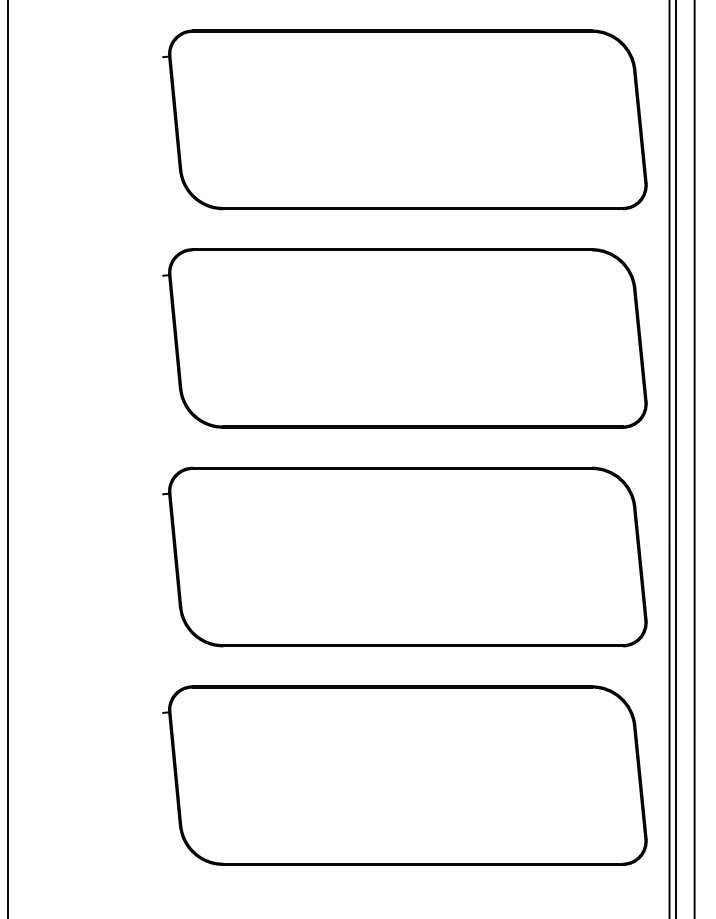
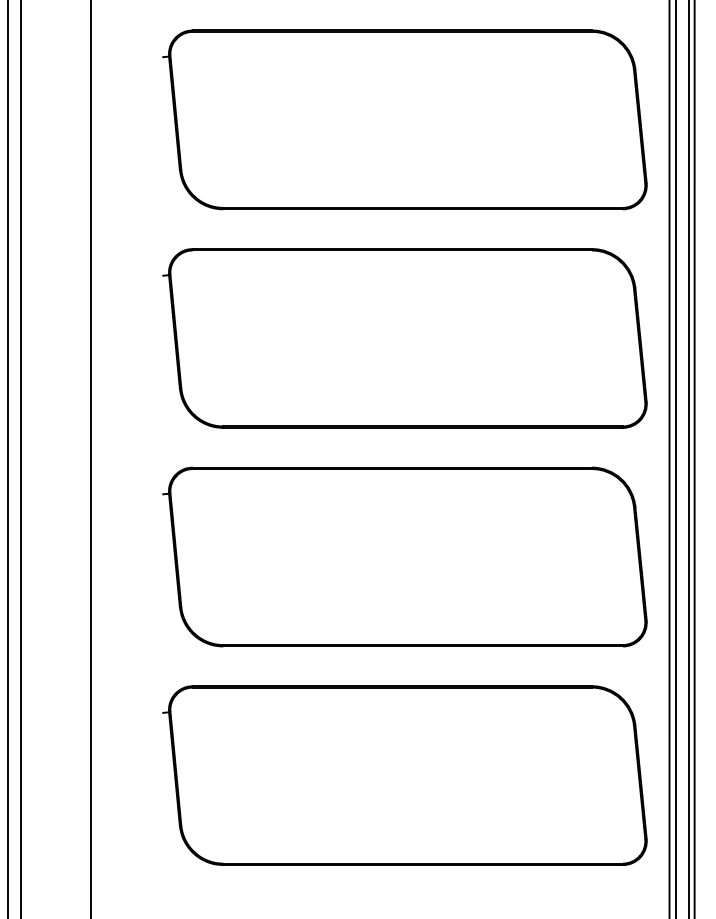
line at (21, 458): none -> present
line at (91, 458): none -> present
line at (688, 458): none -> present
